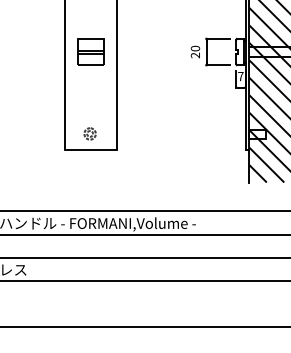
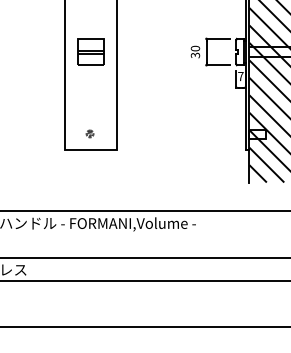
text at (196, 55): 20 -> 30
part at (89, 133) size: 14x14 px -> 10x10 px
line at (144, 234): present -> none
